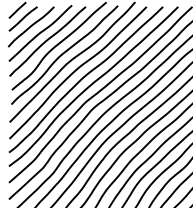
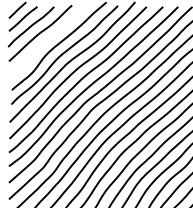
curve at (47, 41): present -> none
